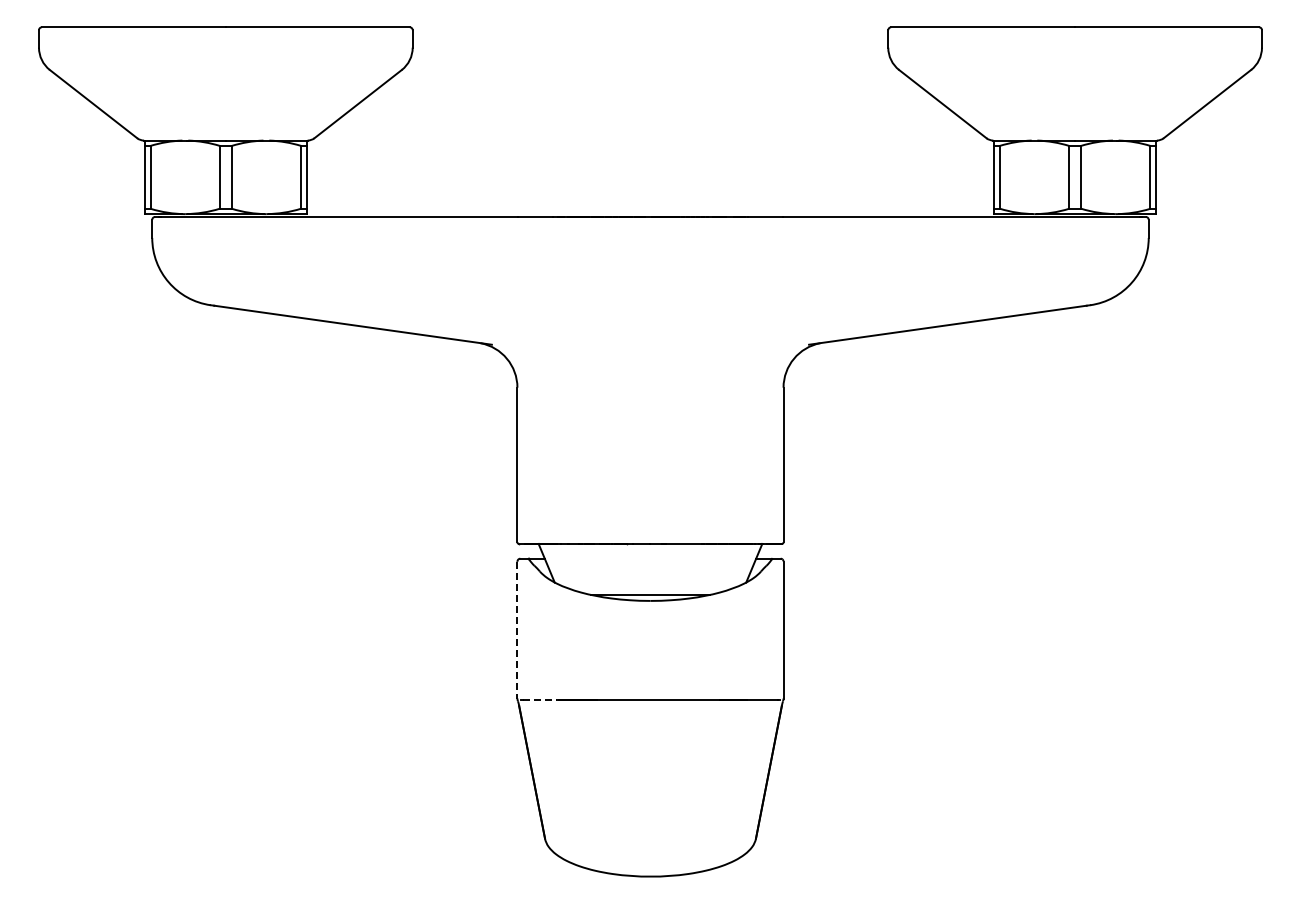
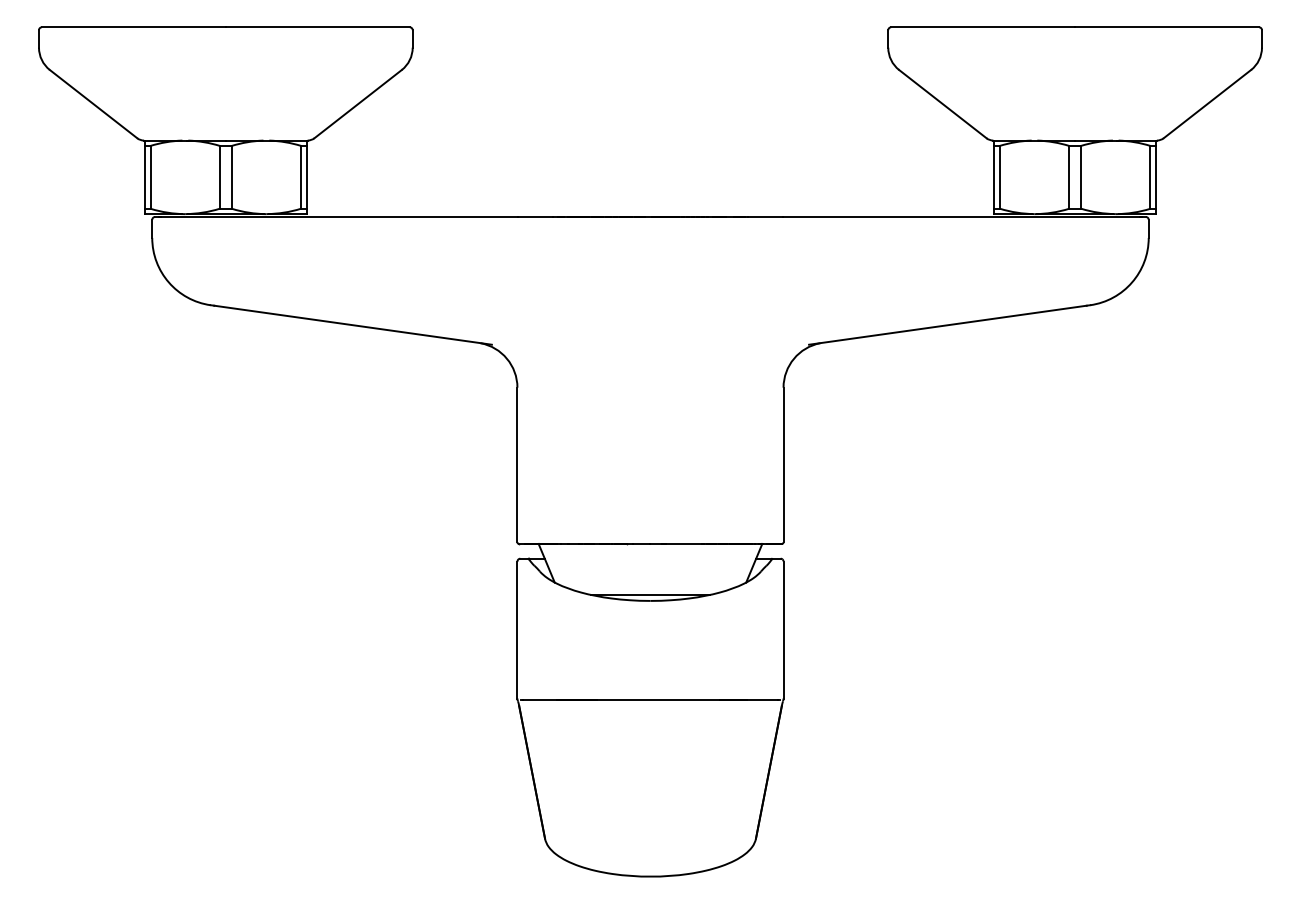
line at (517, 630): dashed -> solid
line at (540, 700): dashed -> solid
